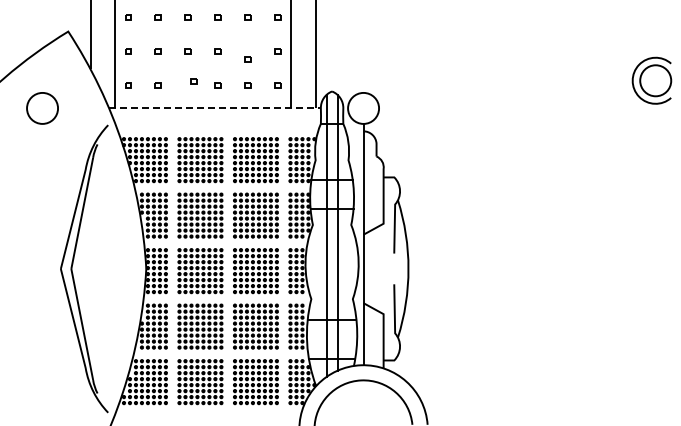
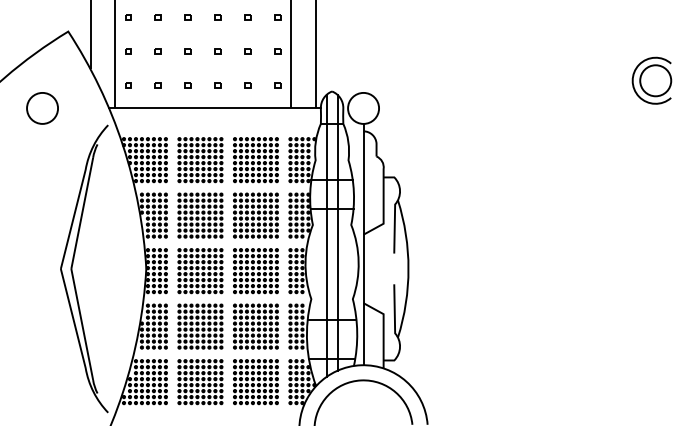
part at (247, 59) position: (247, 59) -> (247, 51)
part at (193, 81) position: (193, 81) -> (187, 85)
line at (215, 108): dashed -> solid
